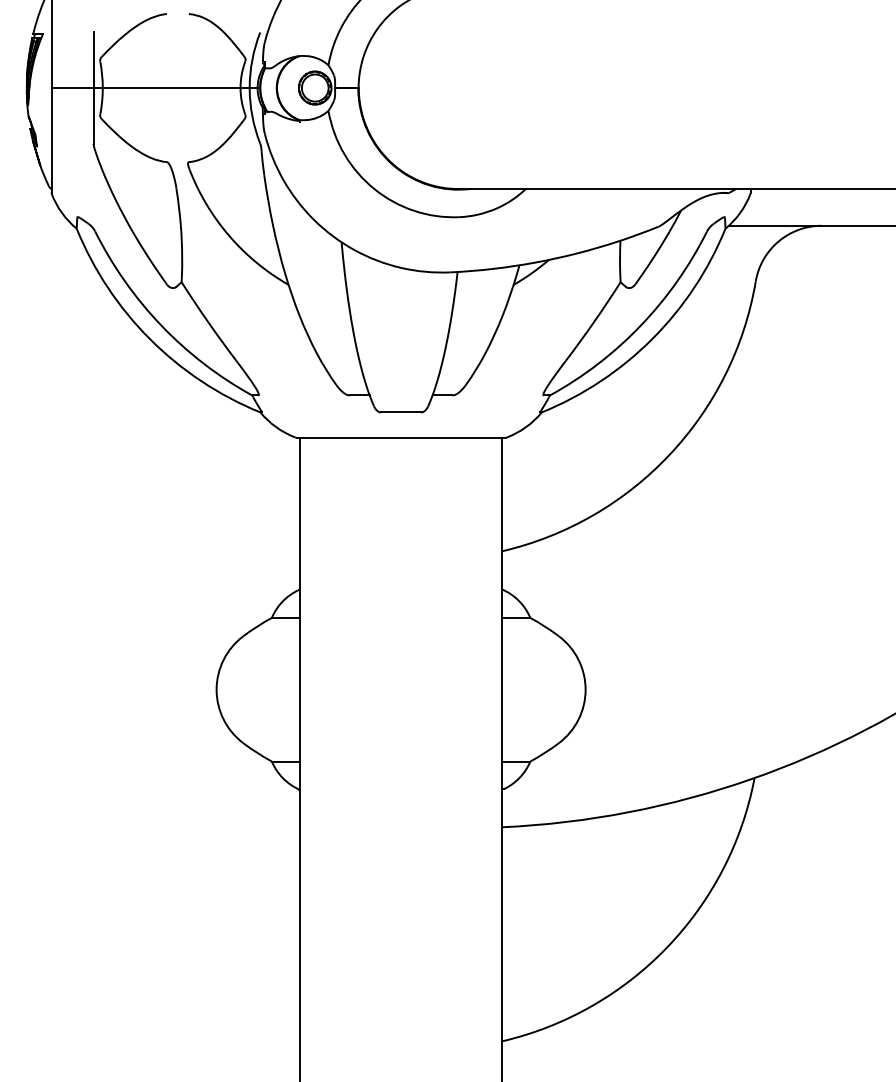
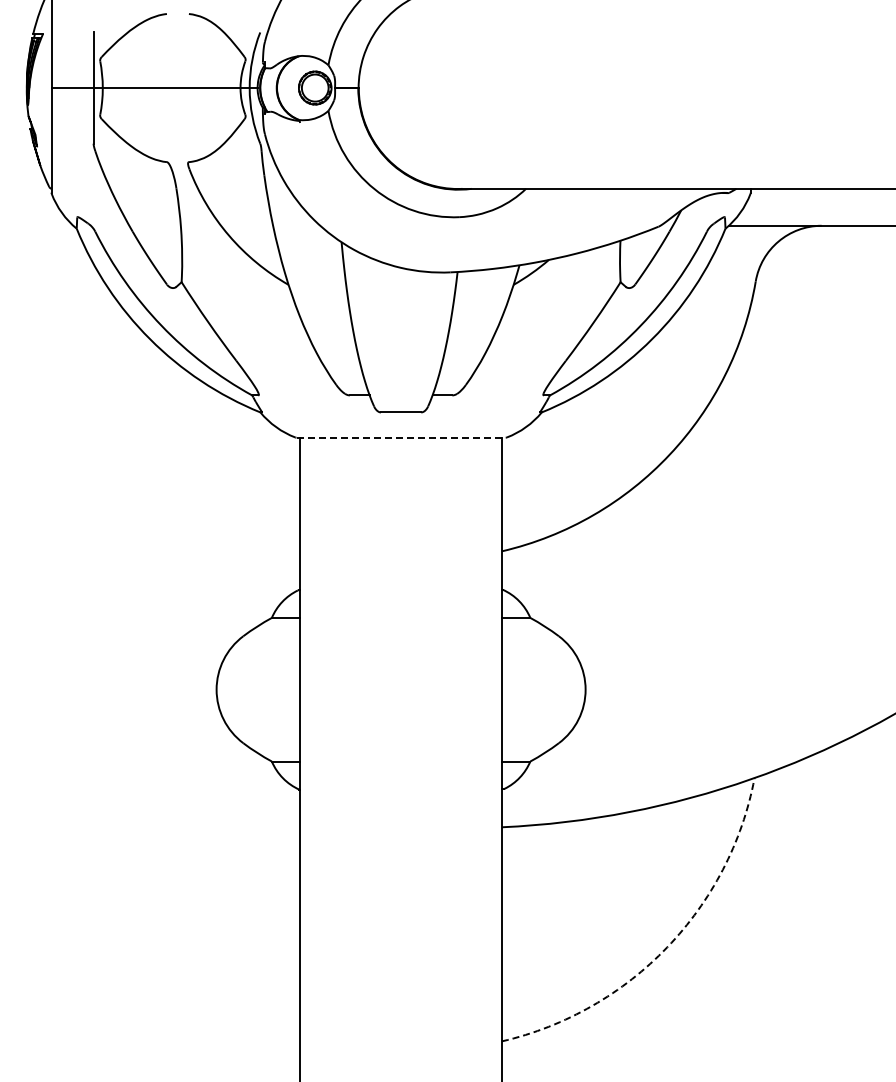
line at (401, 437): solid -> dashed
arc at (667, 947): solid -> dashed
